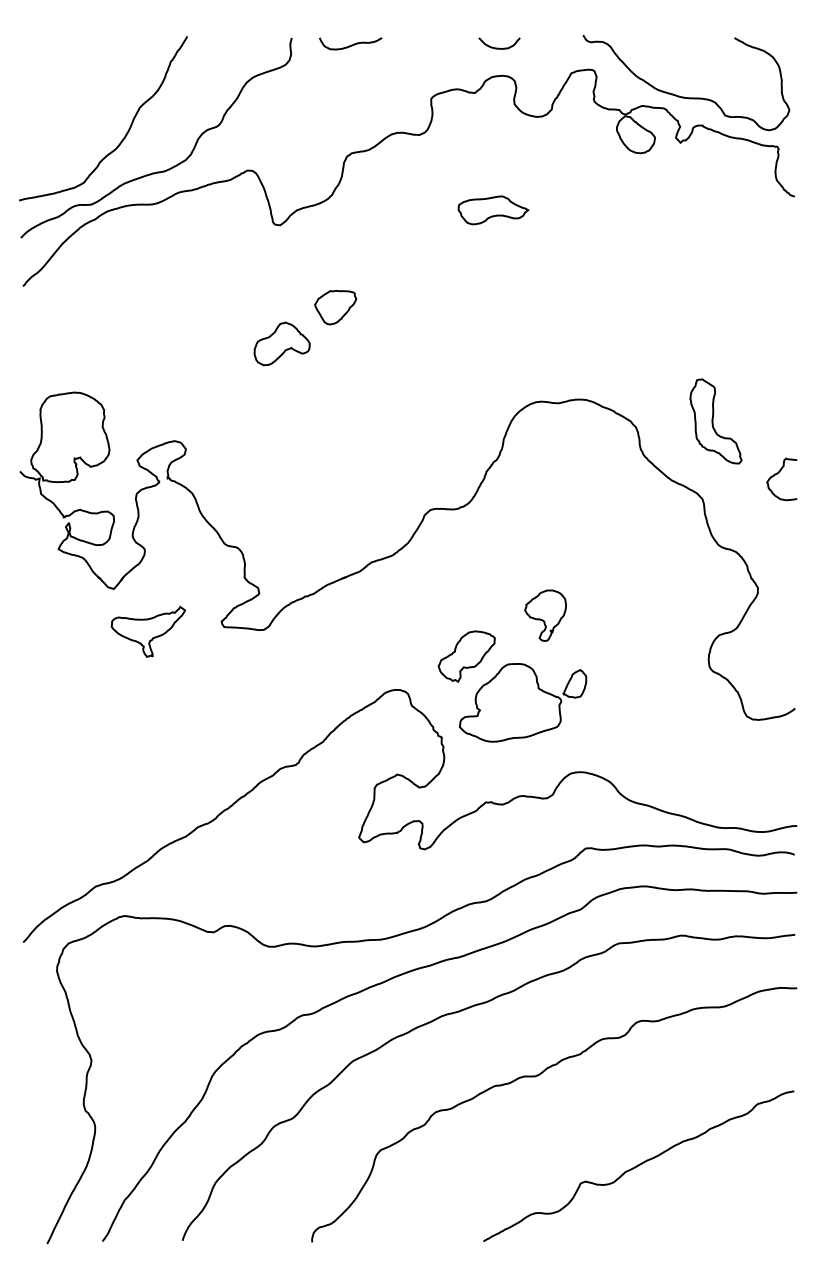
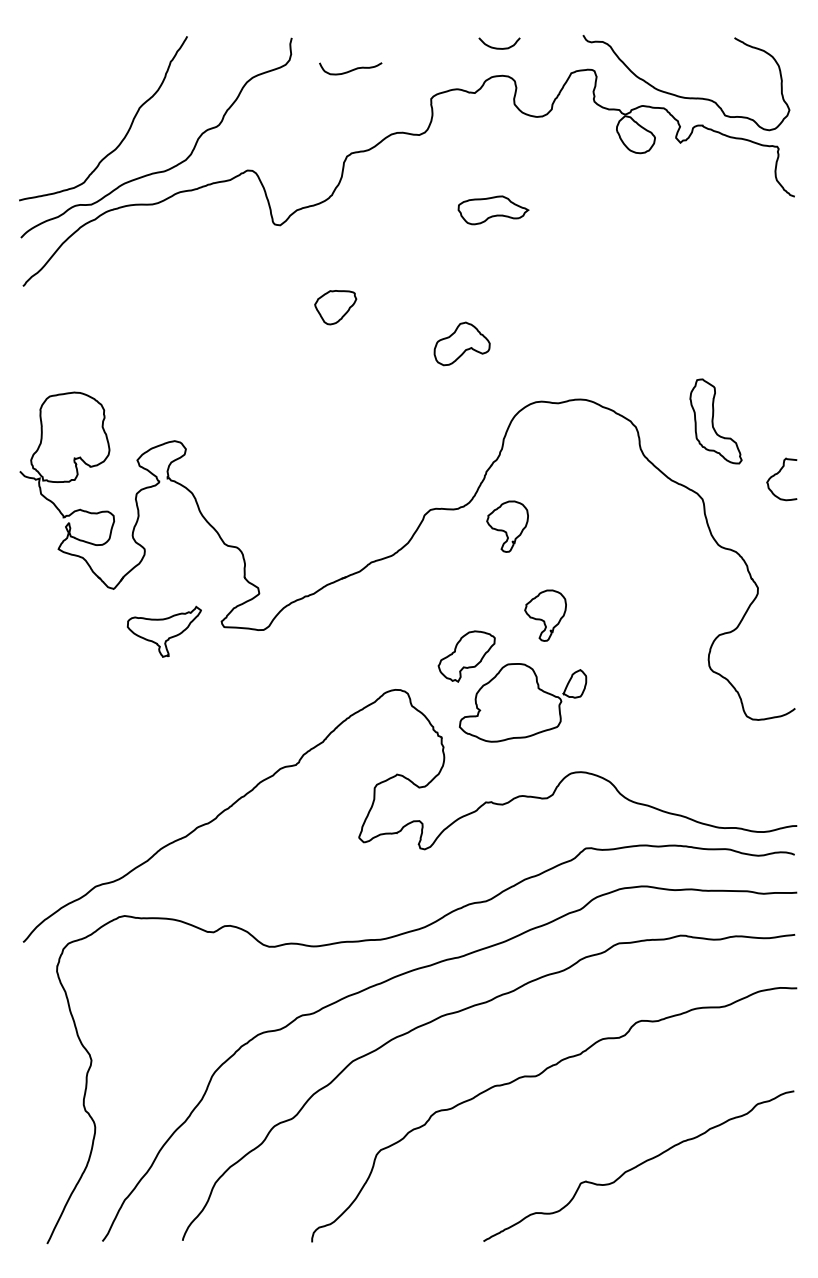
curve at (351, 44) position: (351, 44) -> (351, 69)
part at (281, 343) position: (281, 343) -> (461, 343)
part at (507, 526): none -> present
part at (147, 631) position: (147, 631) -> (163, 631)
